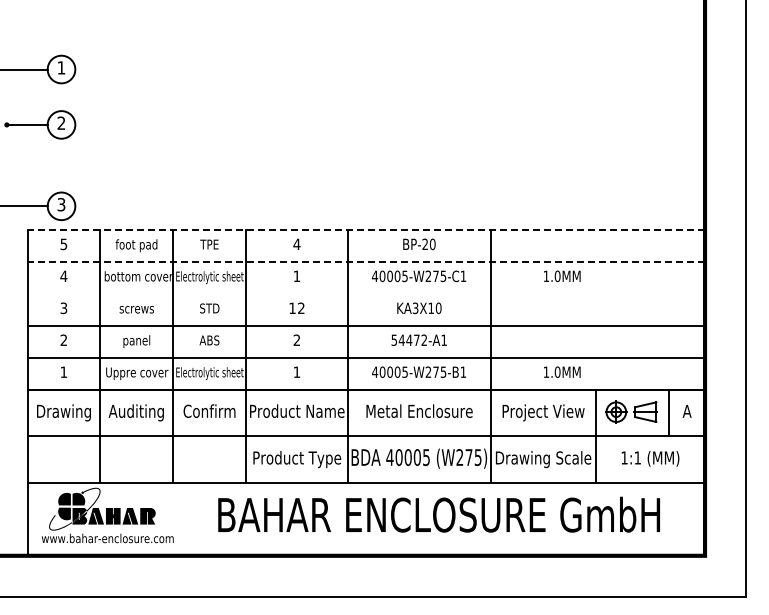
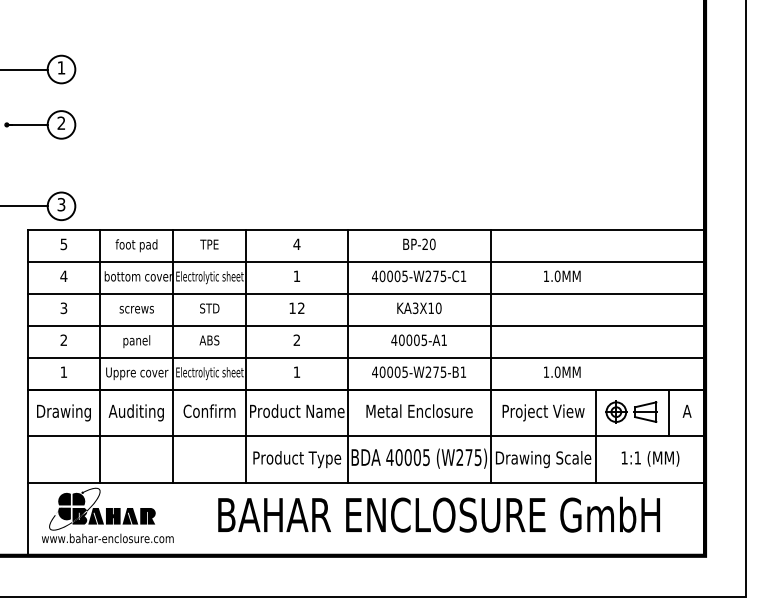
line at (366, 229): dashed -> solid
line at (366, 261): dashed -> solid
line at (366, 293): none -> present
text at (409, 340): 54472-A1 -> 40005-A1
